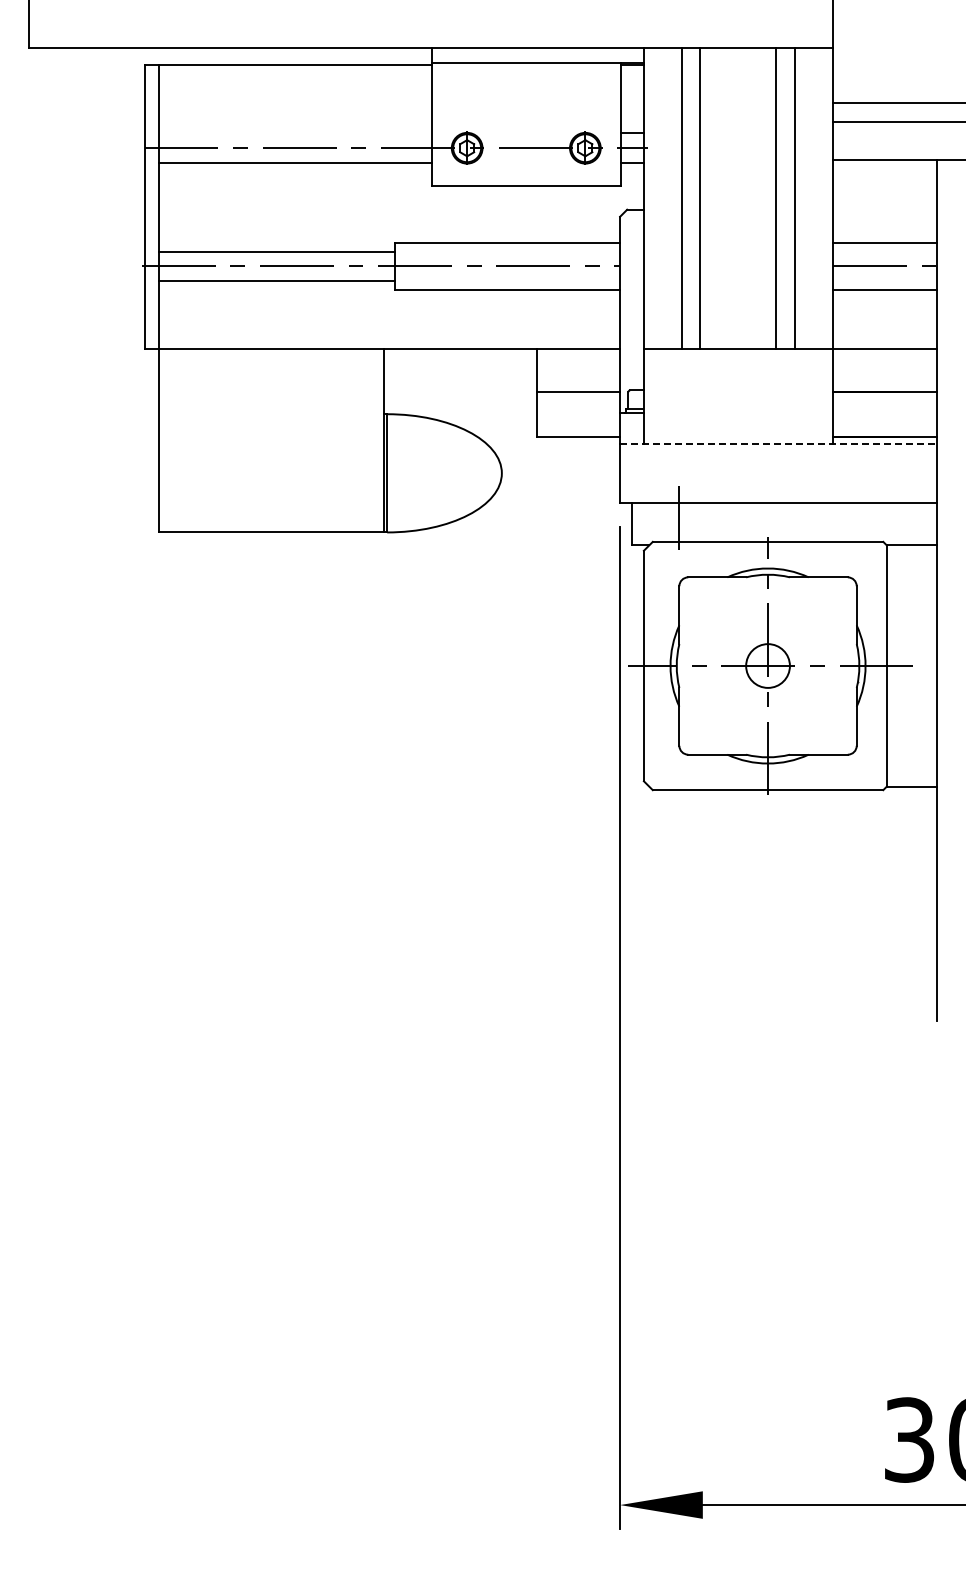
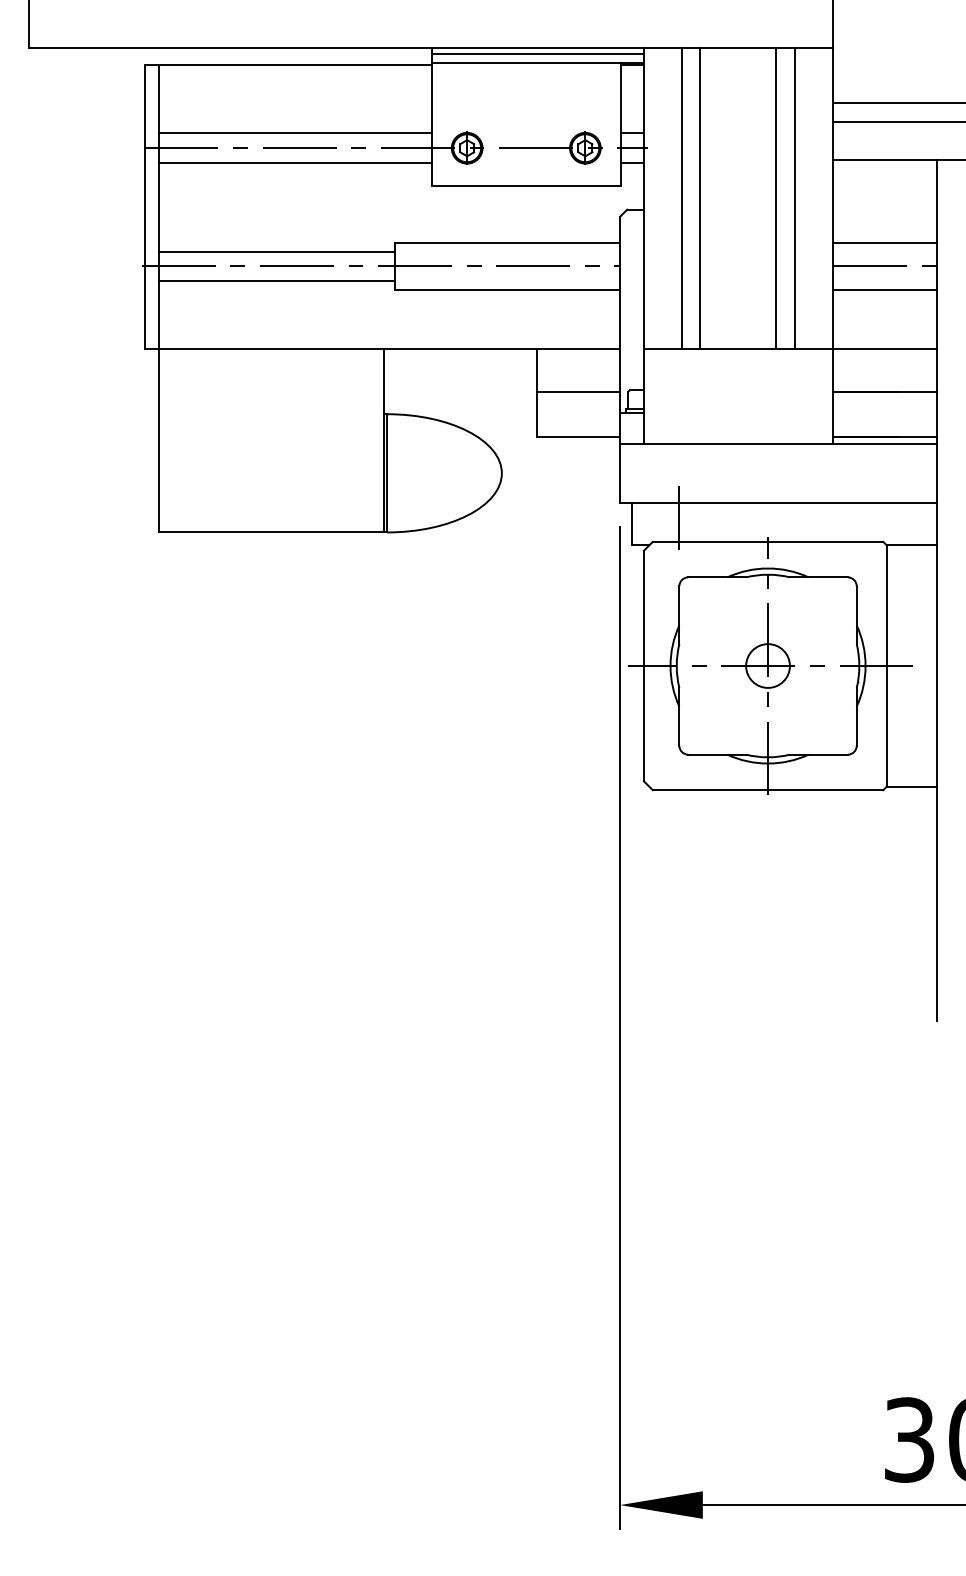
line at (537, 53): none -> present
line at (295, 133): none -> present
line at (779, 443): dashed -> solid
